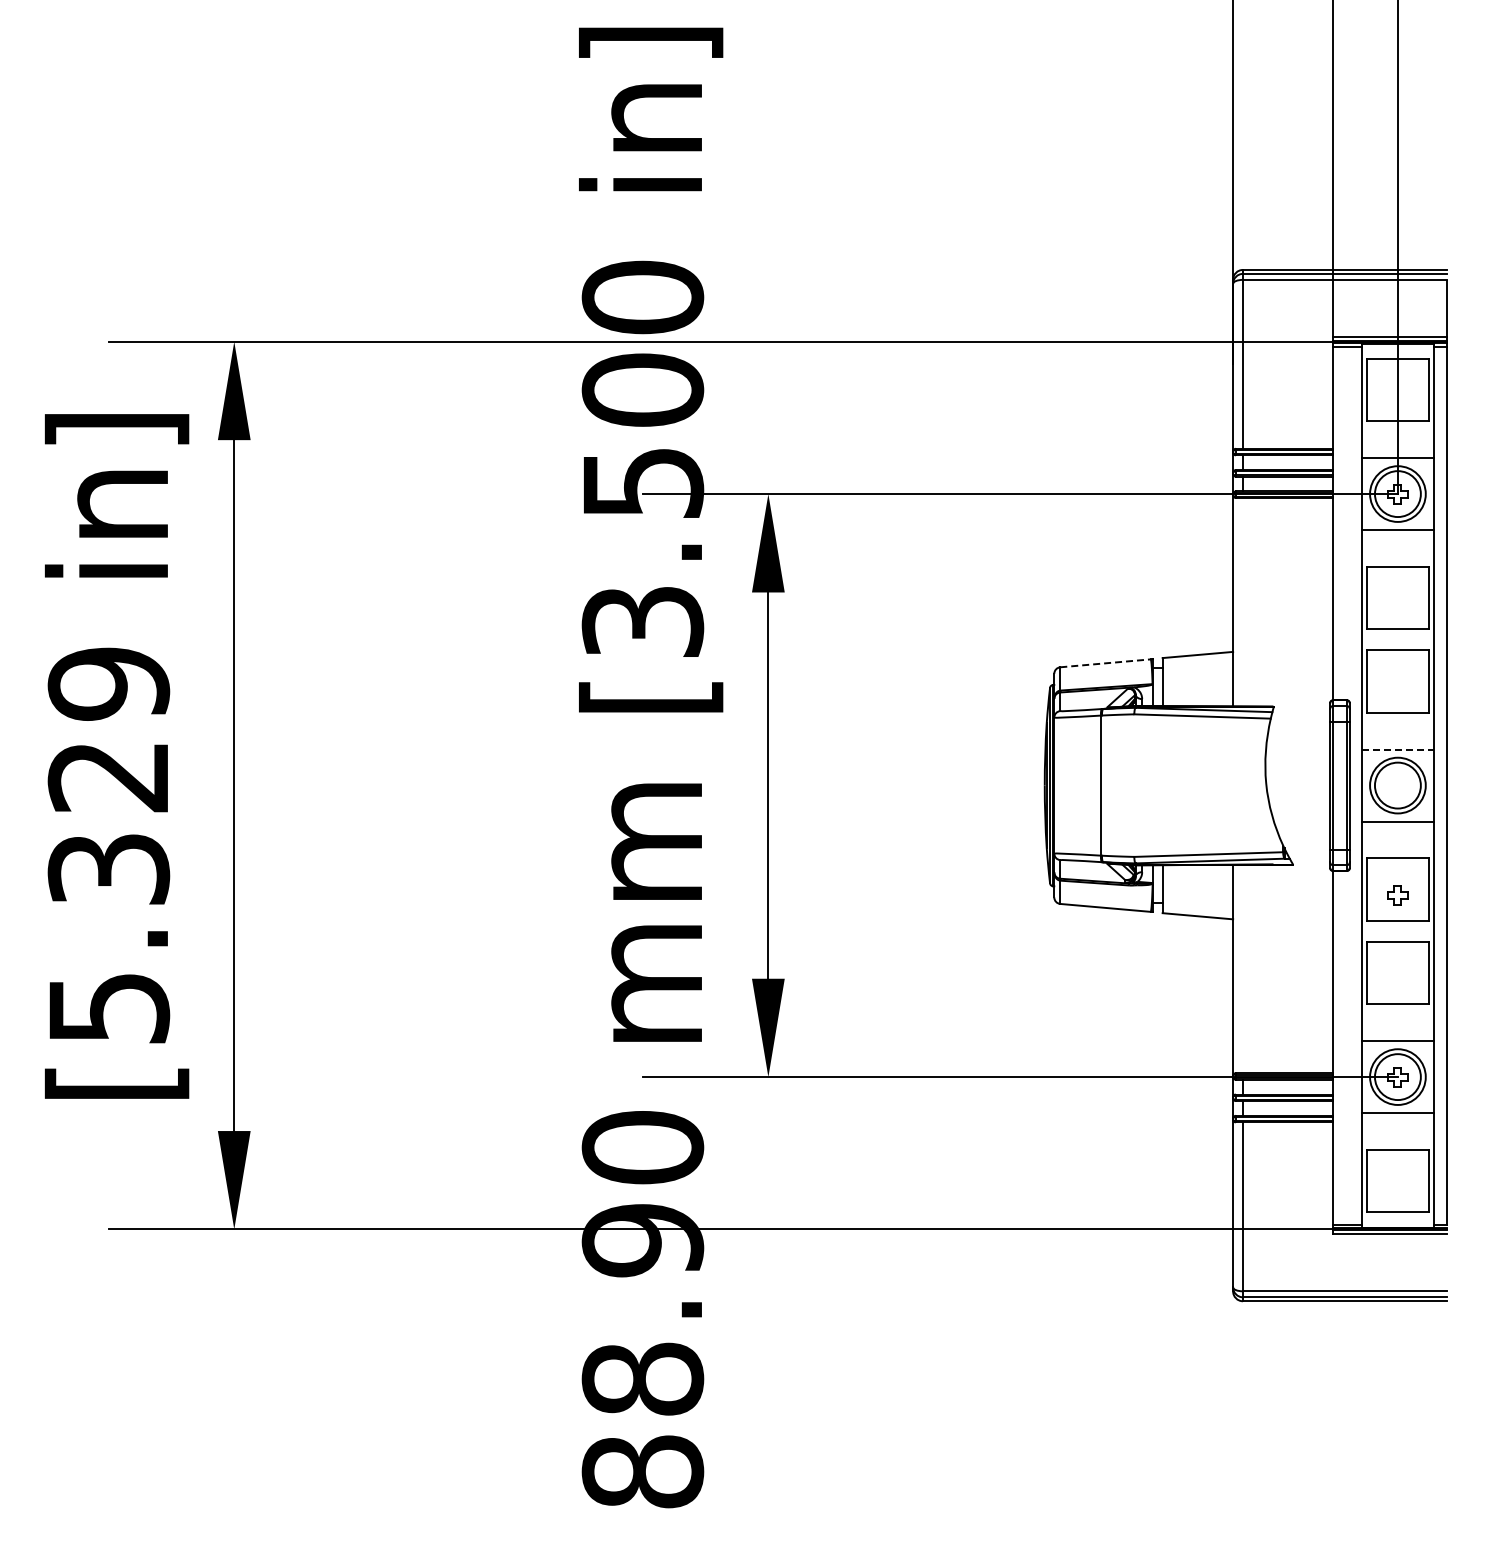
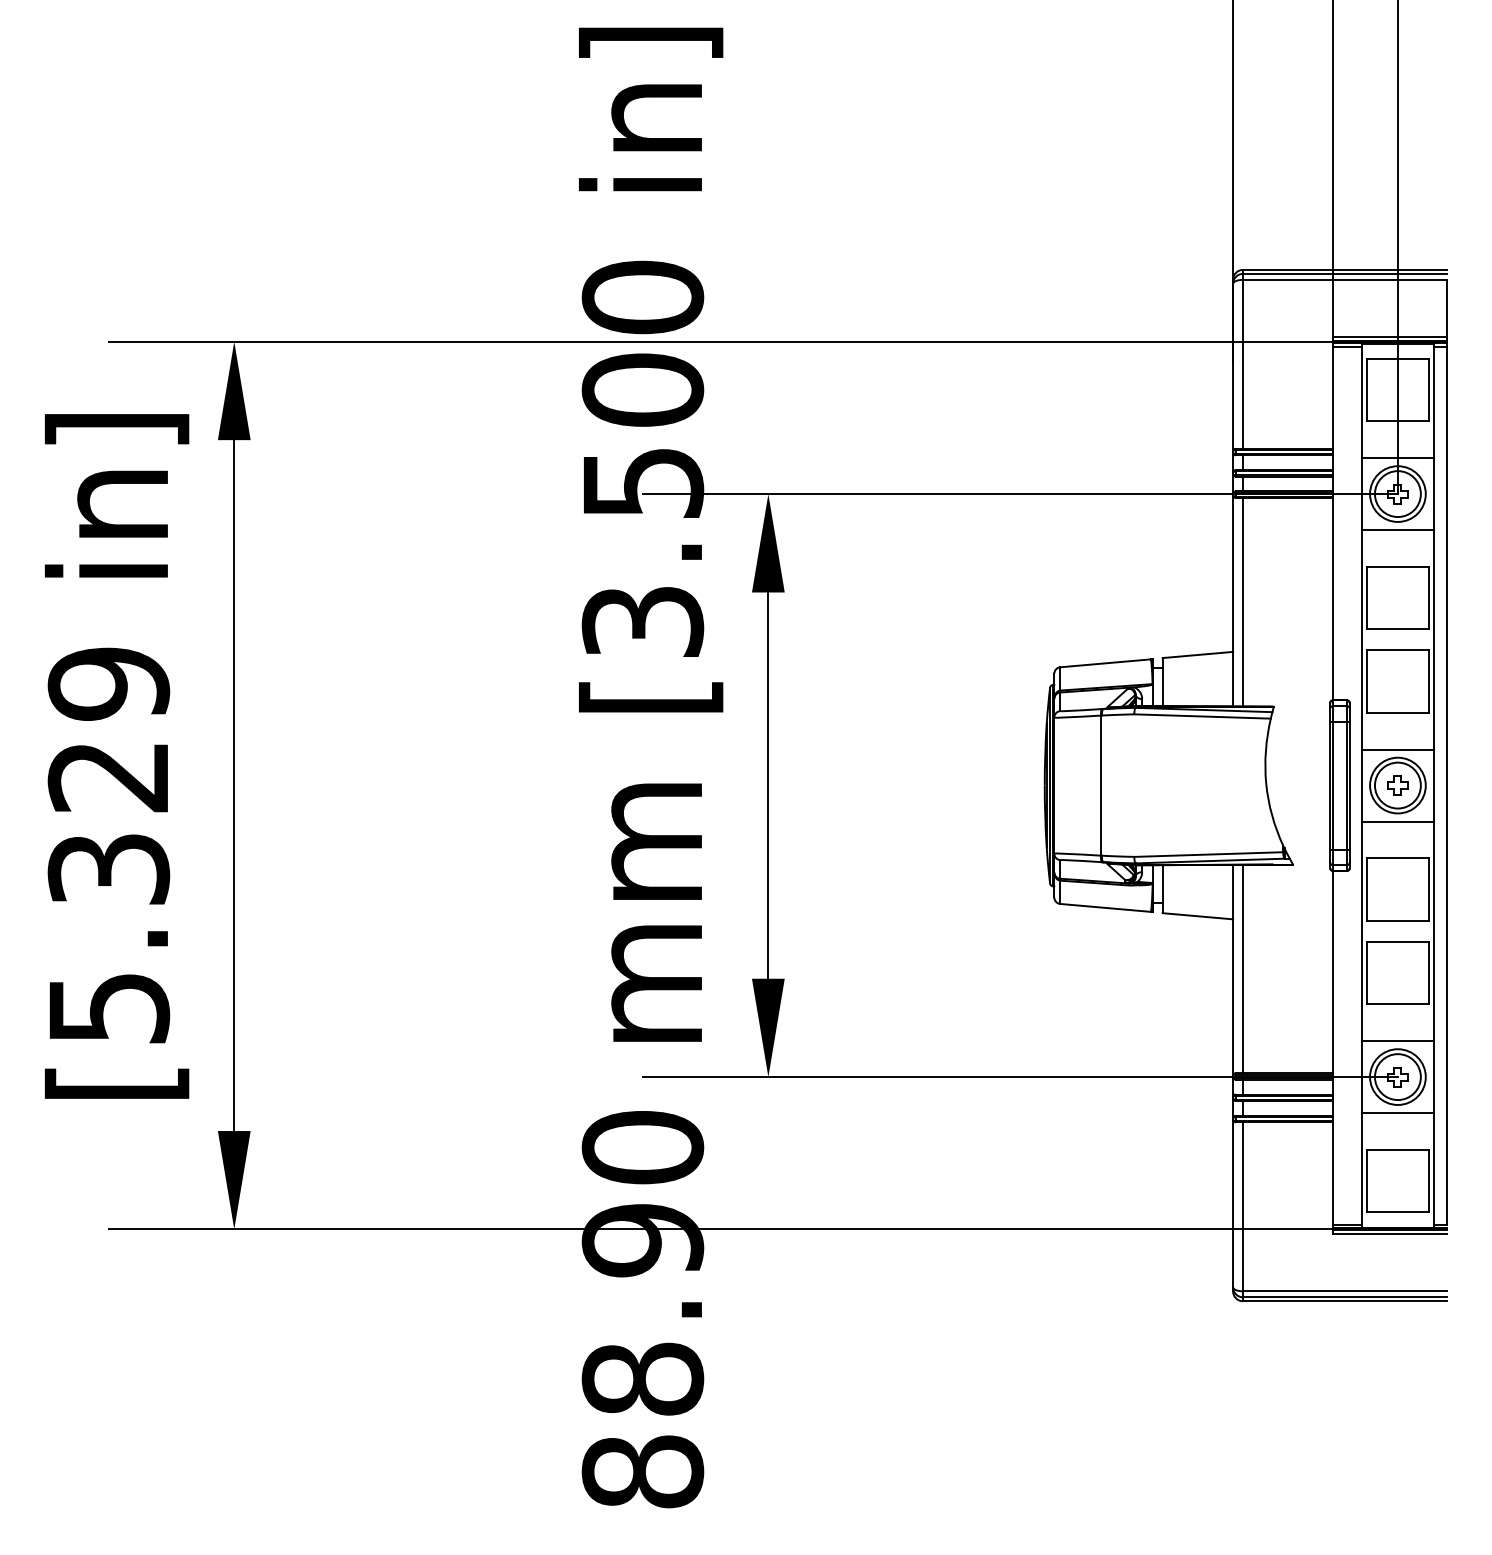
line at (1242, 601): none -> present
line at (1105, 663): dashed -> solid
line at (1398, 749): dashed -> solid
part at (1397, 895) position: (1397, 895) -> (1397, 785)
line at (1242, 968): none -> present
